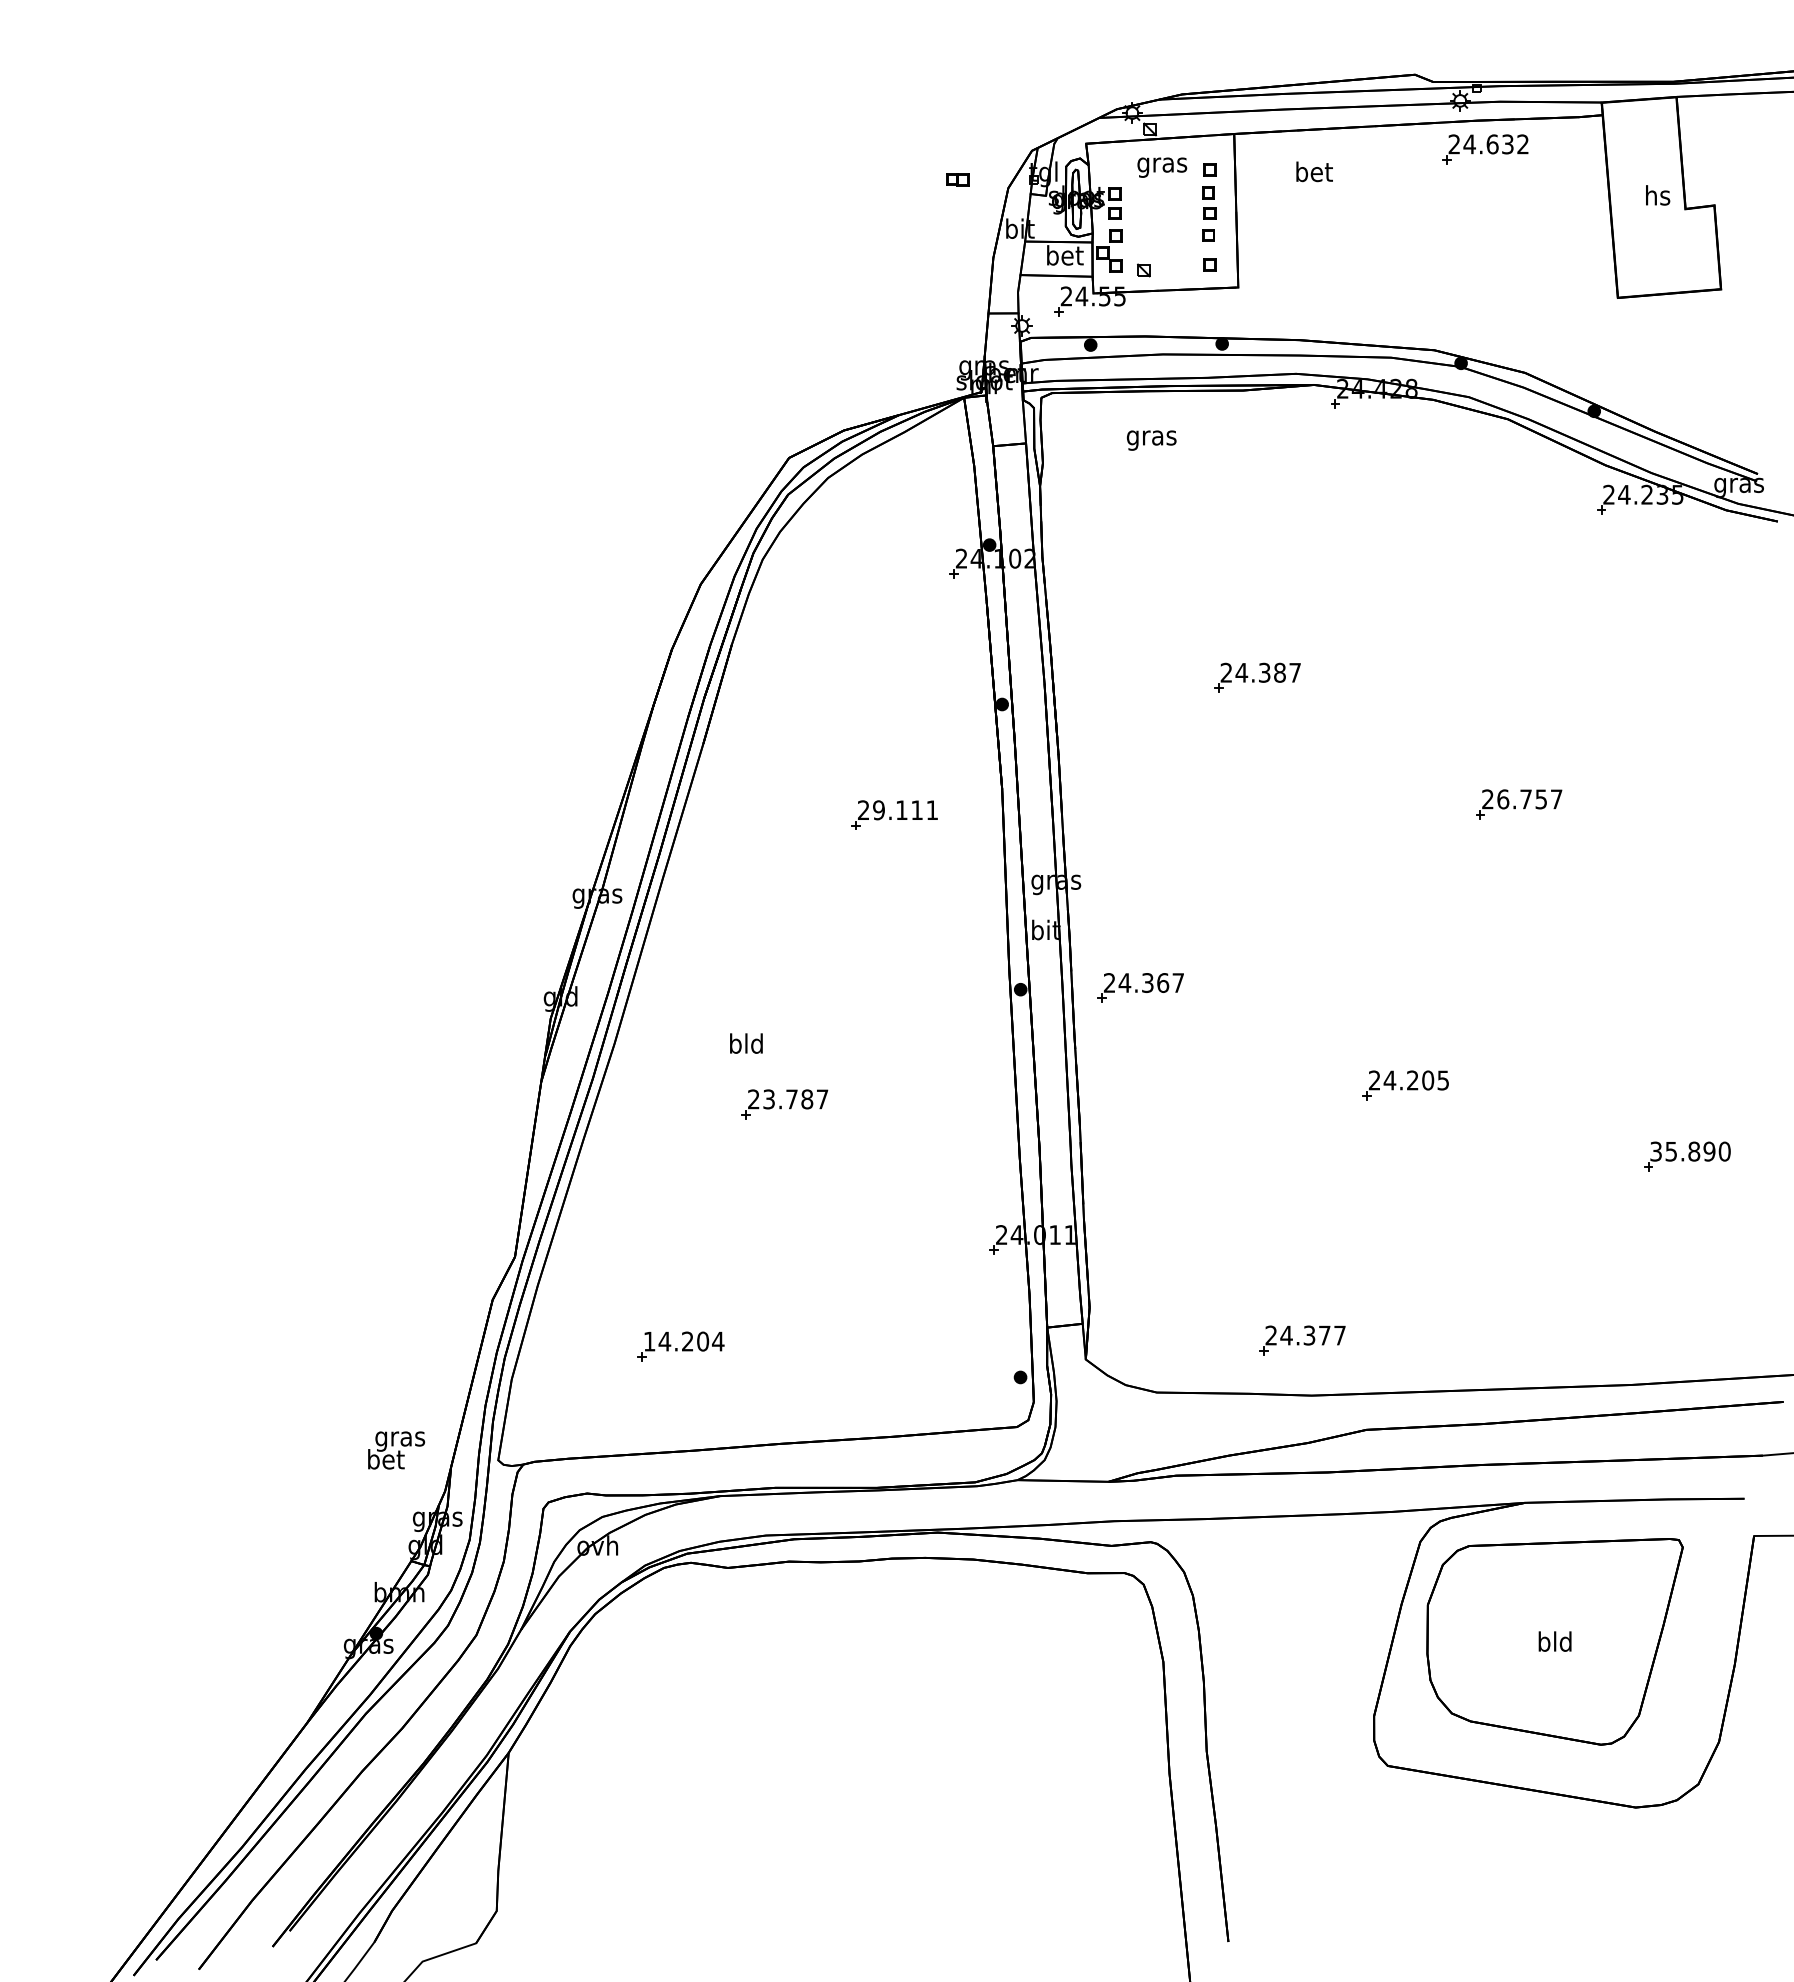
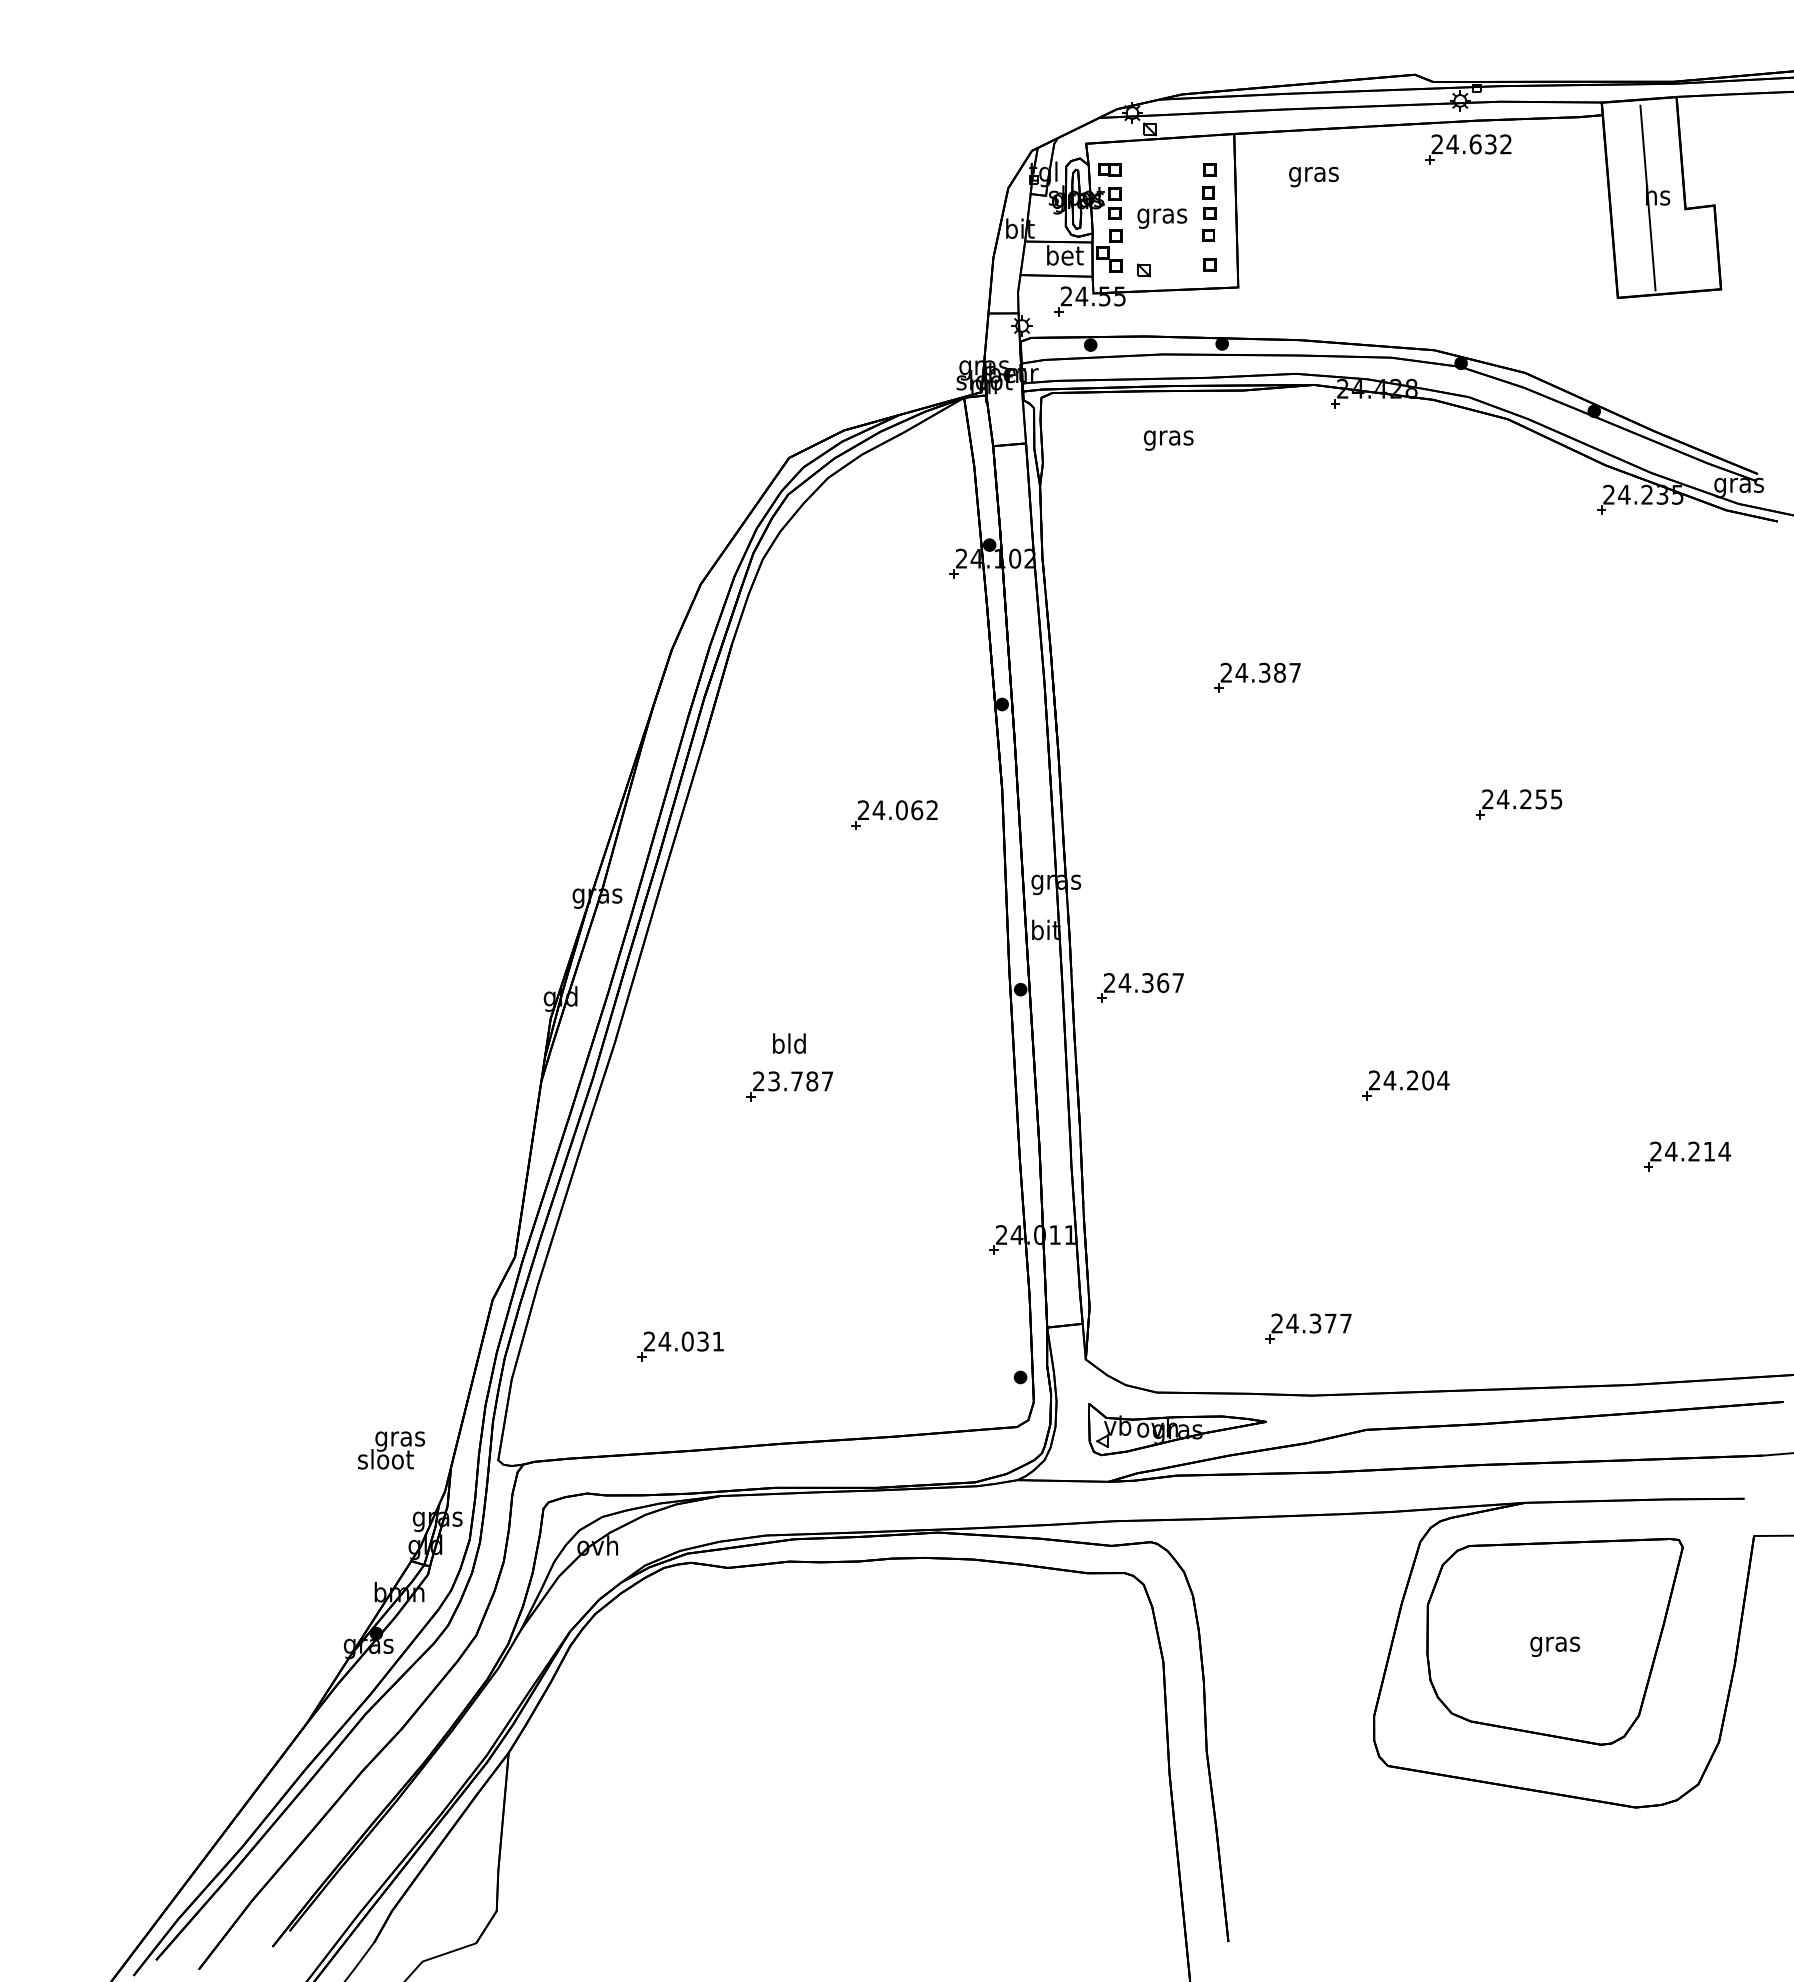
part at (1485, 149) position: (1485, 149) -> (1468, 149)
text at (1162, 167) position: (1162, 167) -> (1162, 218)
text at (1313, 174): bet -> gras
part at (957, 179) position: (957, 179) -> (1109, 169)
line at (1647, 197): none -> present
text at (1151, 440) position: (1151, 440) -> (1168, 440)
text at (1529, 799): 26.757 -> 24.255
text at (904, 810): 29.111 -> 24.062
text at (746, 1043) position: (746, 1043) -> (789, 1043)
text at (1443, 1080): 24.205 -> 24.204
part at (784, 1104) position: (784, 1104) -> (789, 1086)
text at (1690, 1151): 35.890 -> 24.214
part at (1302, 1340) position: (1302, 1340) -> (1308, 1328)
text at (683, 1341): 14.204 -> 24.031
part at (1177, 1429): none -> present
text at (385, 1459): bet -> sloot
text at (1554, 1644): bld -> gras
